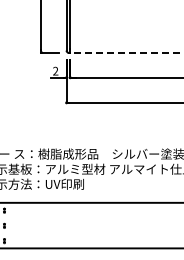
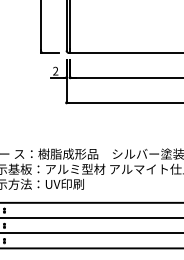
line at (126, 52): dashed -> solid
line at (91, 218): none -> present
line at (91, 233): none -> present
